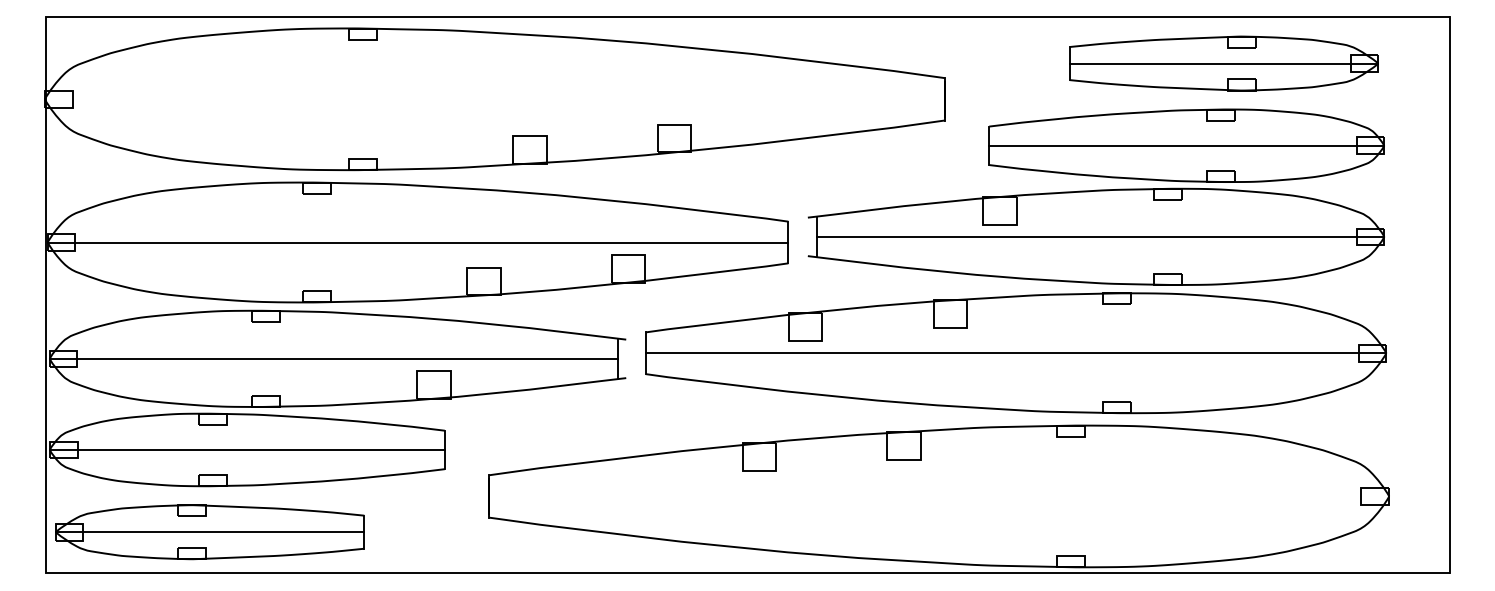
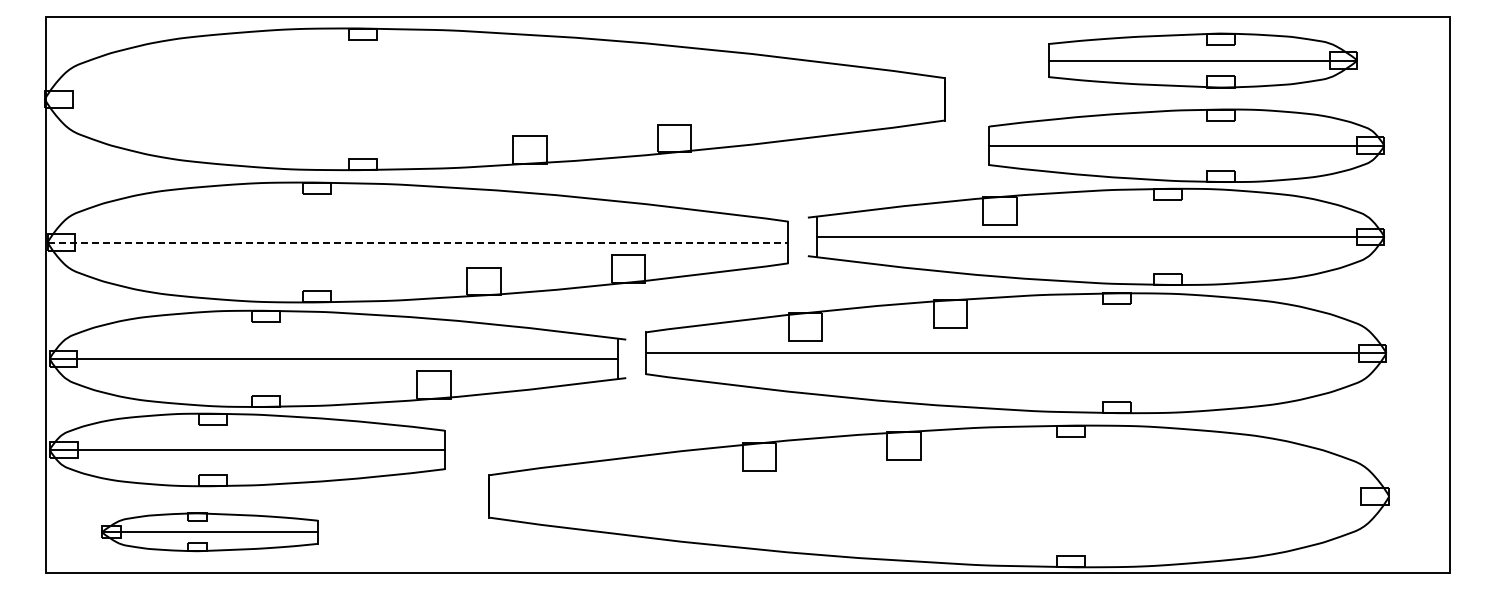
part at (1223, 63) position: (1223, 63) -> (1202, 60)
line at (418, 242): solid -> dashed
part at (209, 532) size: 310x57 px -> 218x41 px
